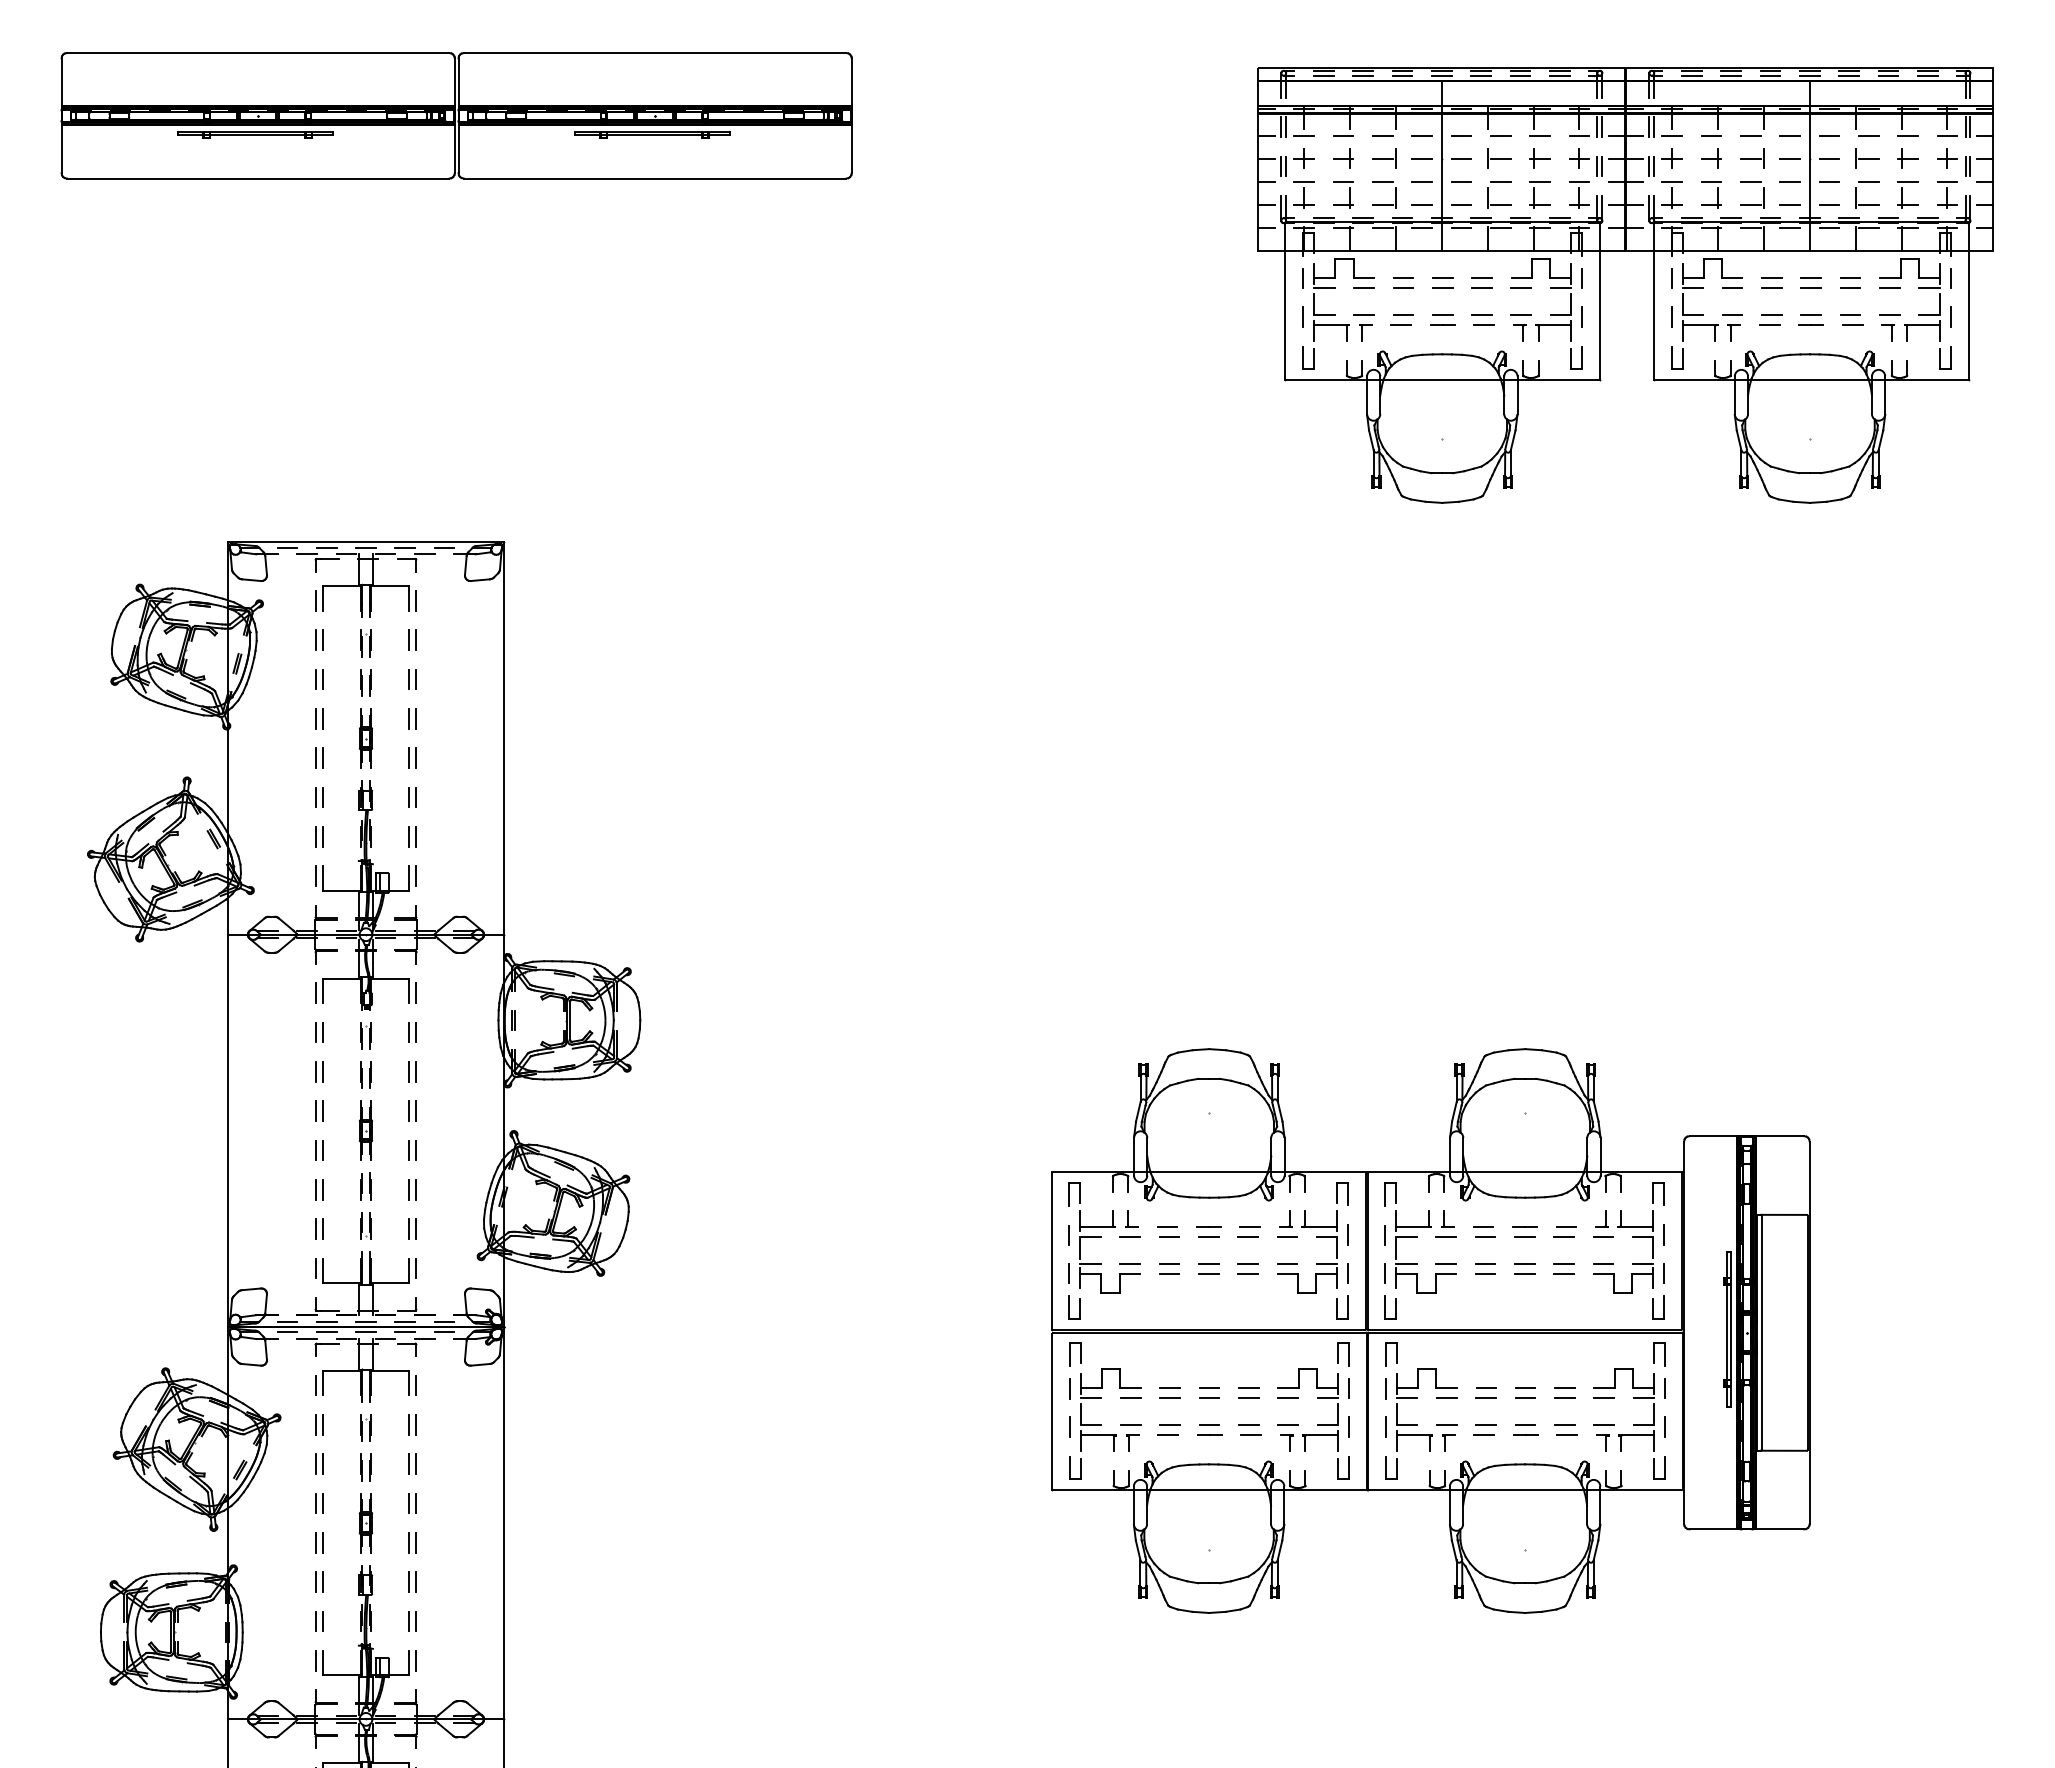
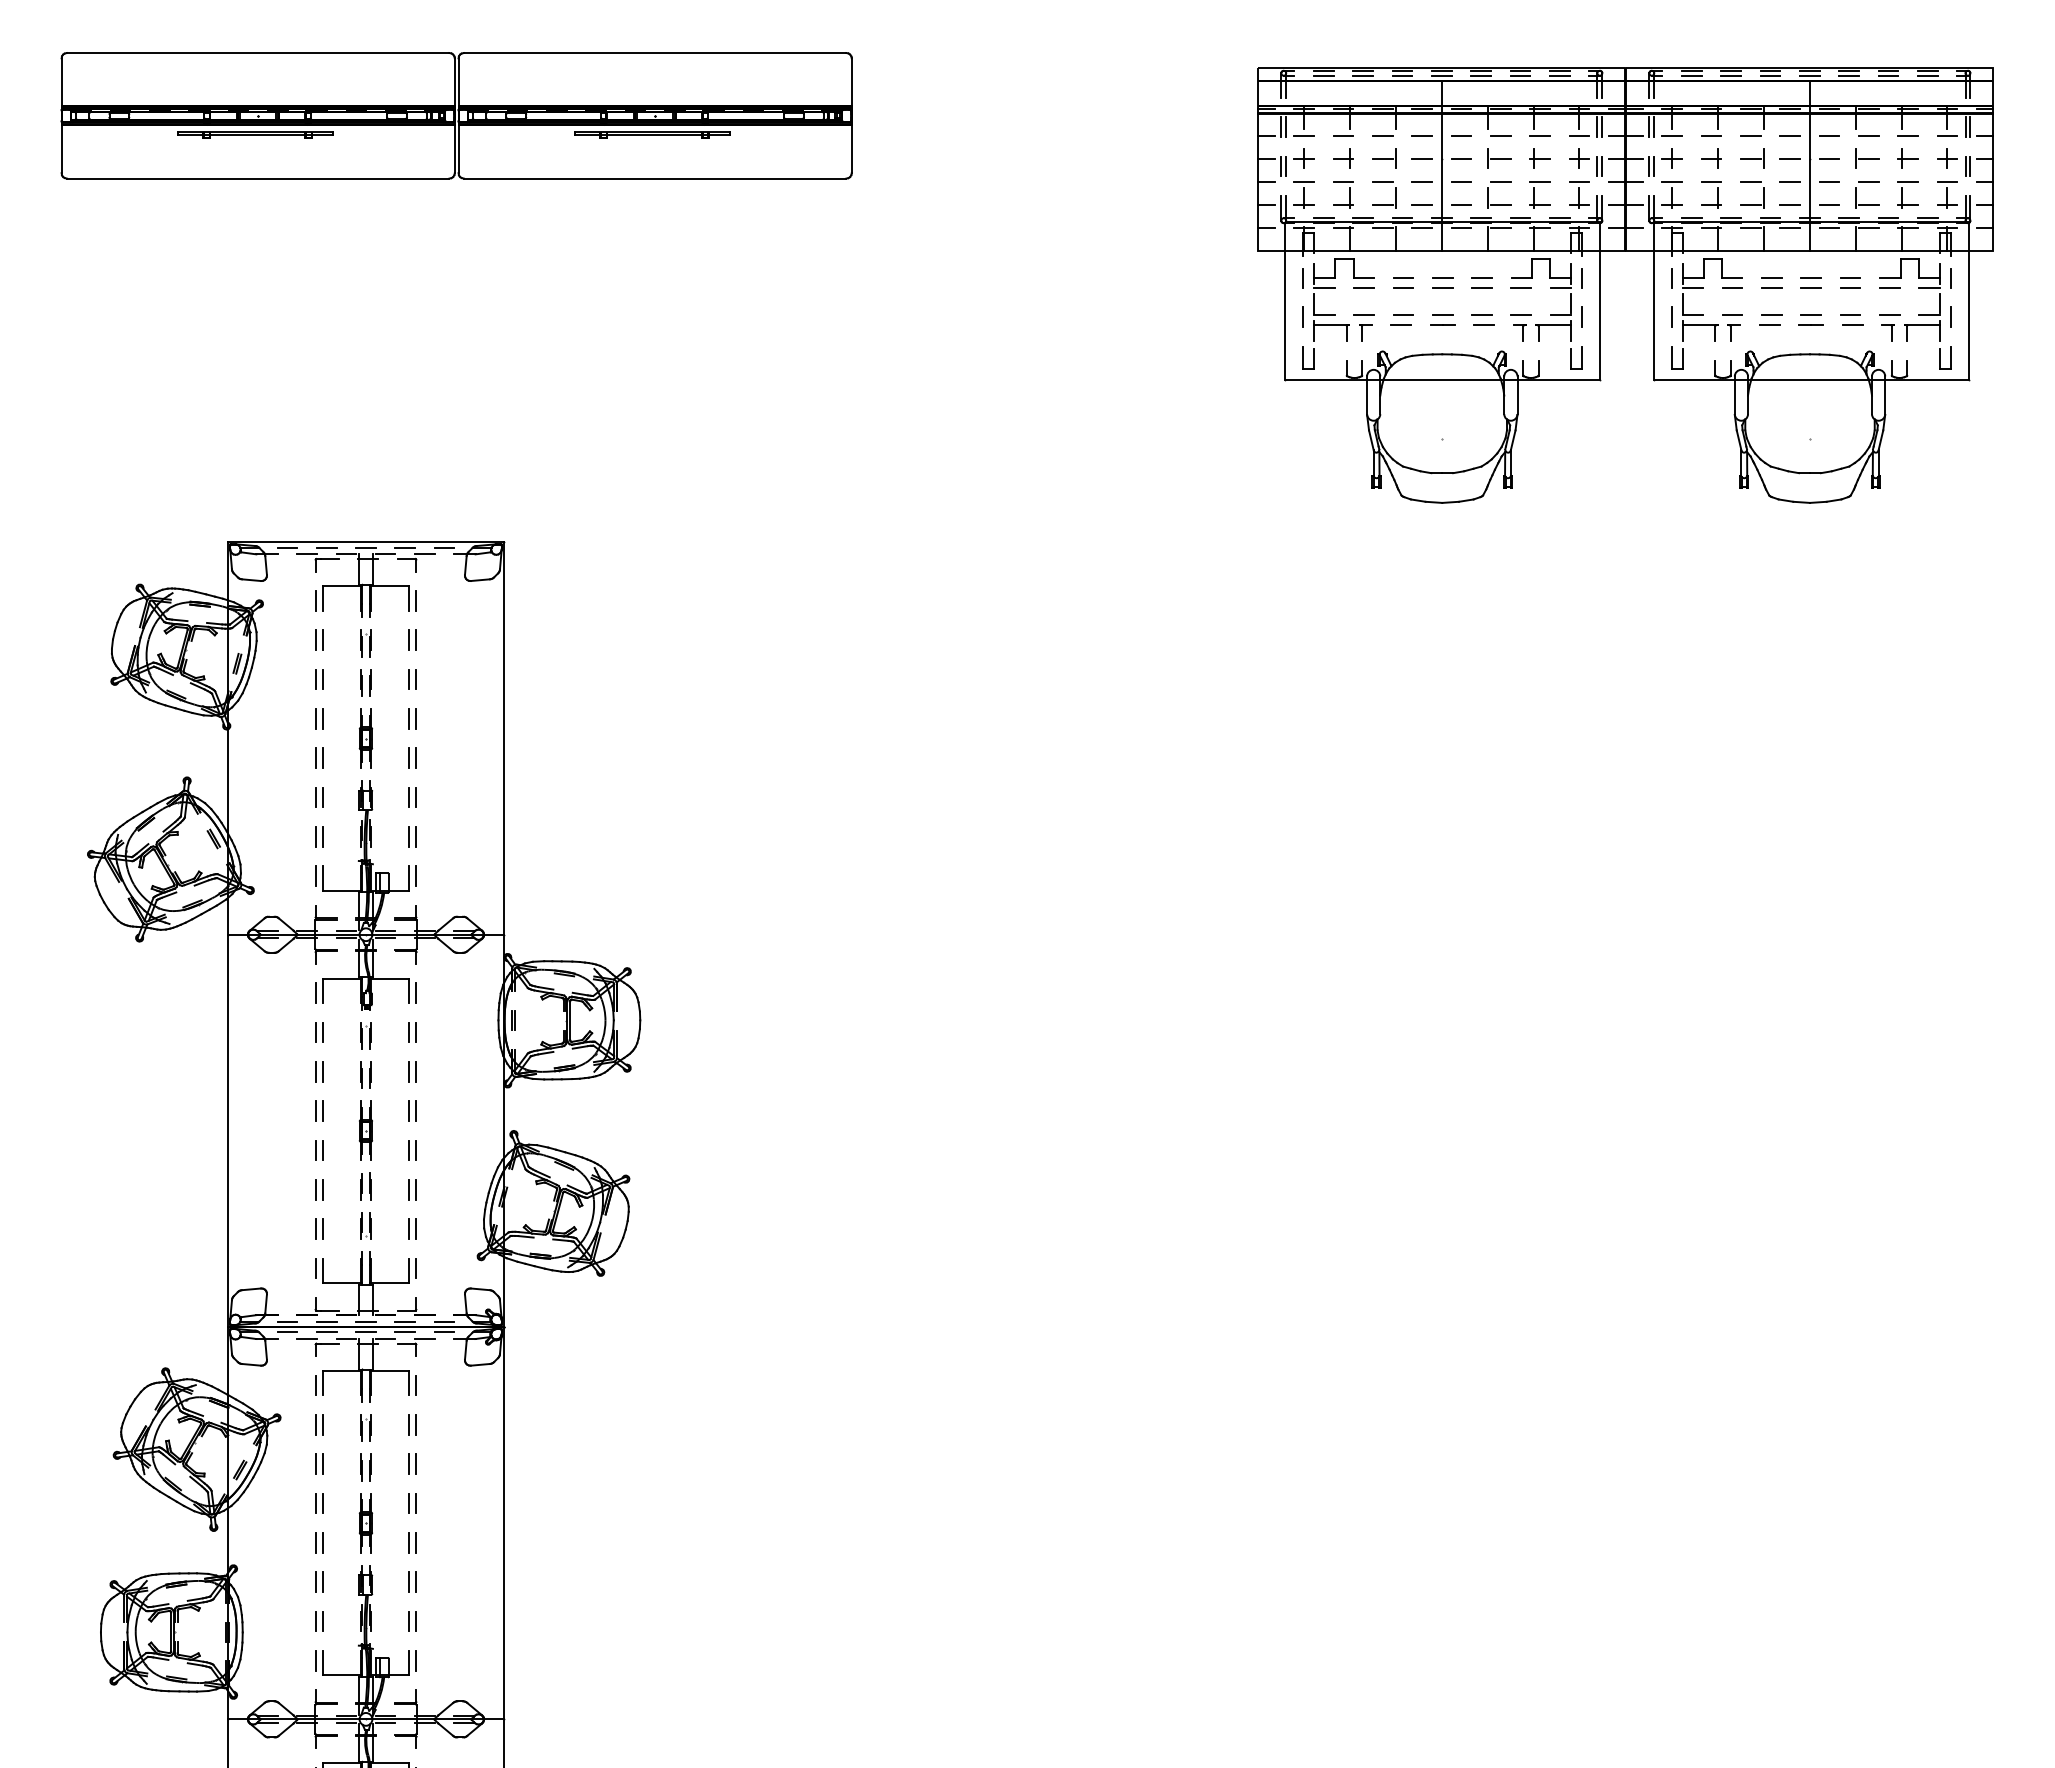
part at (1430, 1330): present -> none
